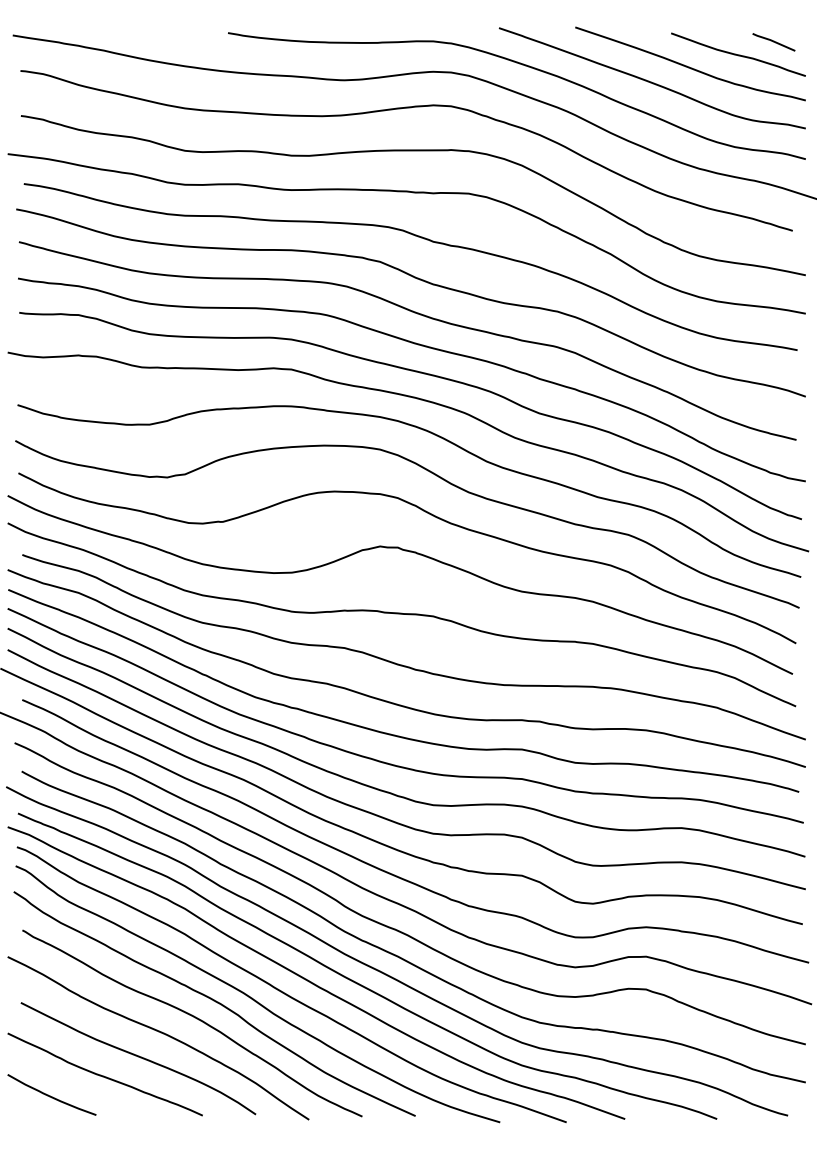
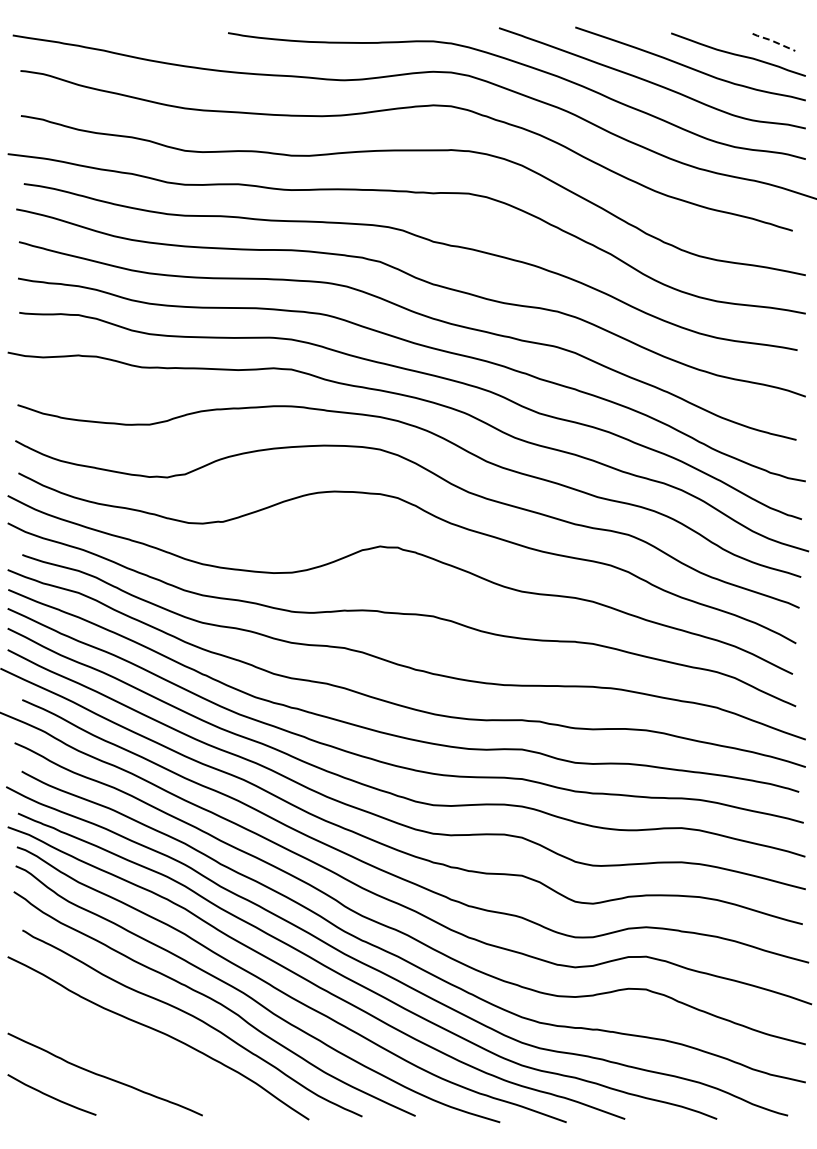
line at (773, 41): solid -> dashed
curve at (138, 1057): present -> none
